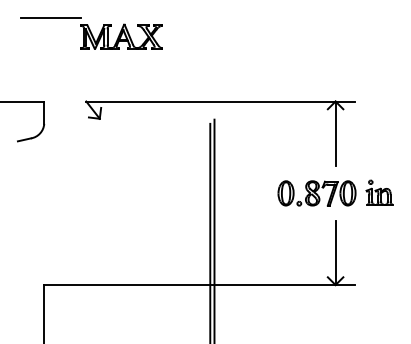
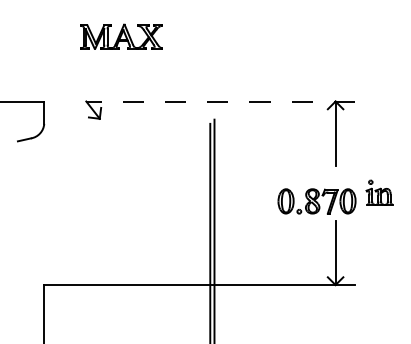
line at (50, 17): present -> none
line at (220, 101): solid -> dashed
part at (316, 193) position: (316, 193) -> (316, 201)
